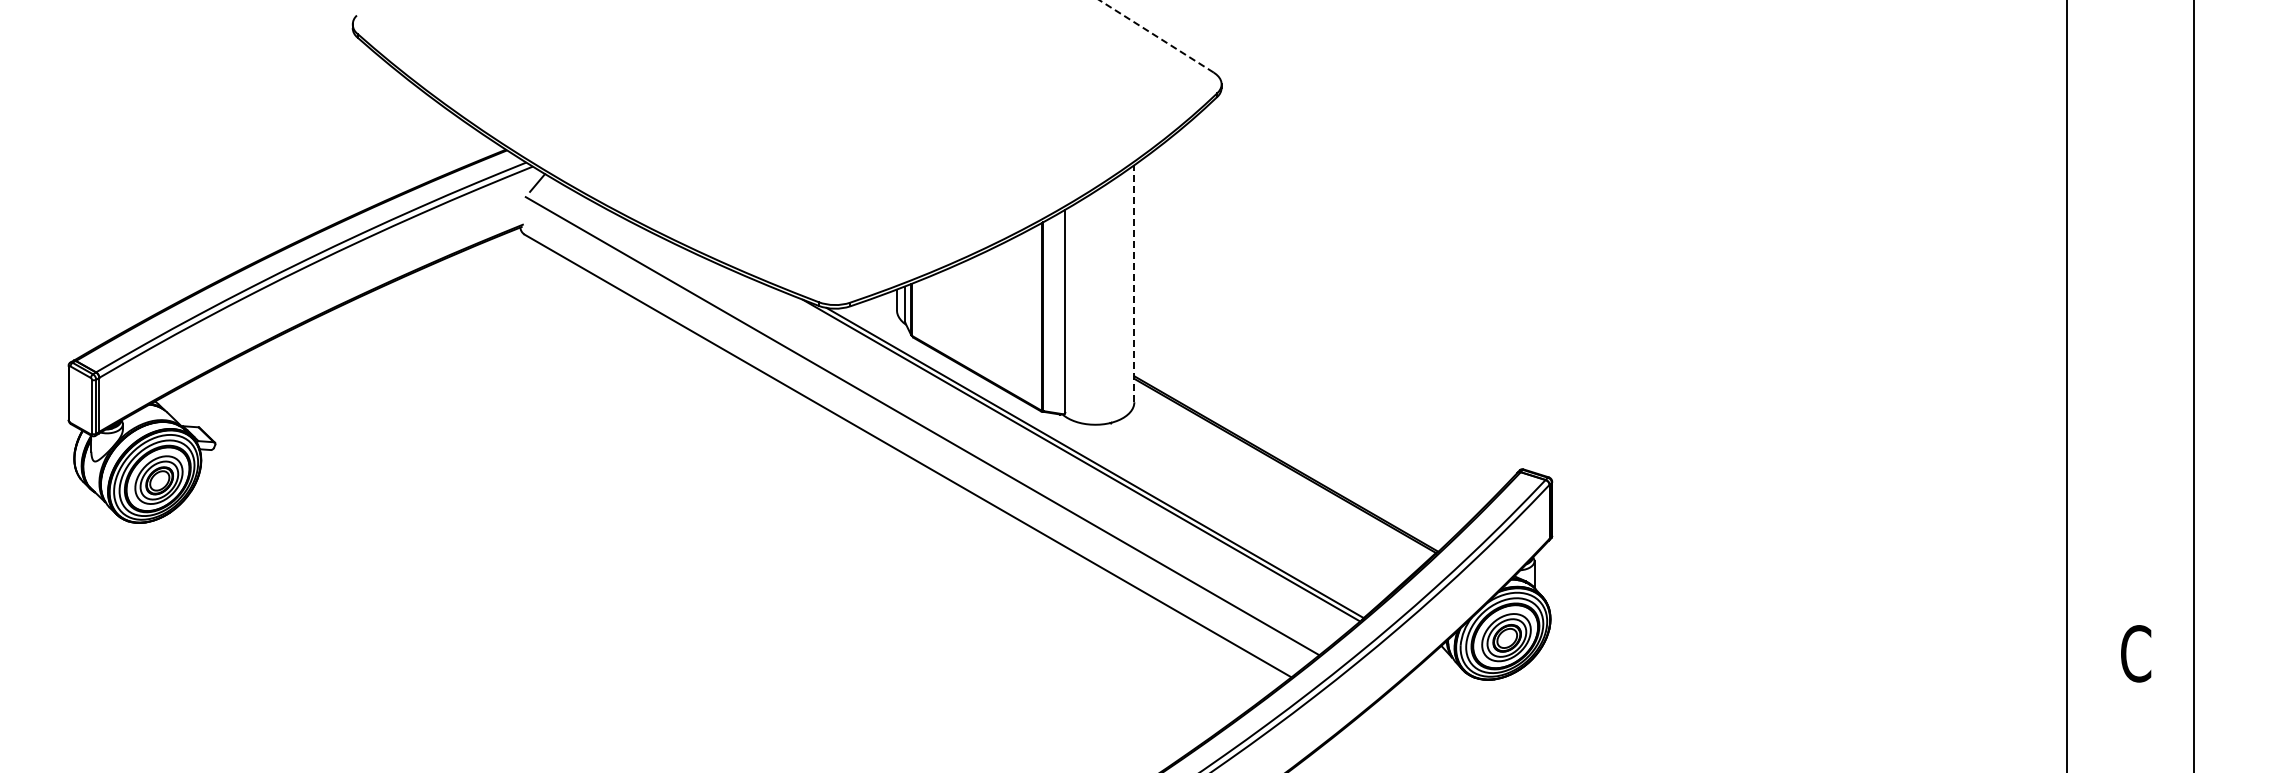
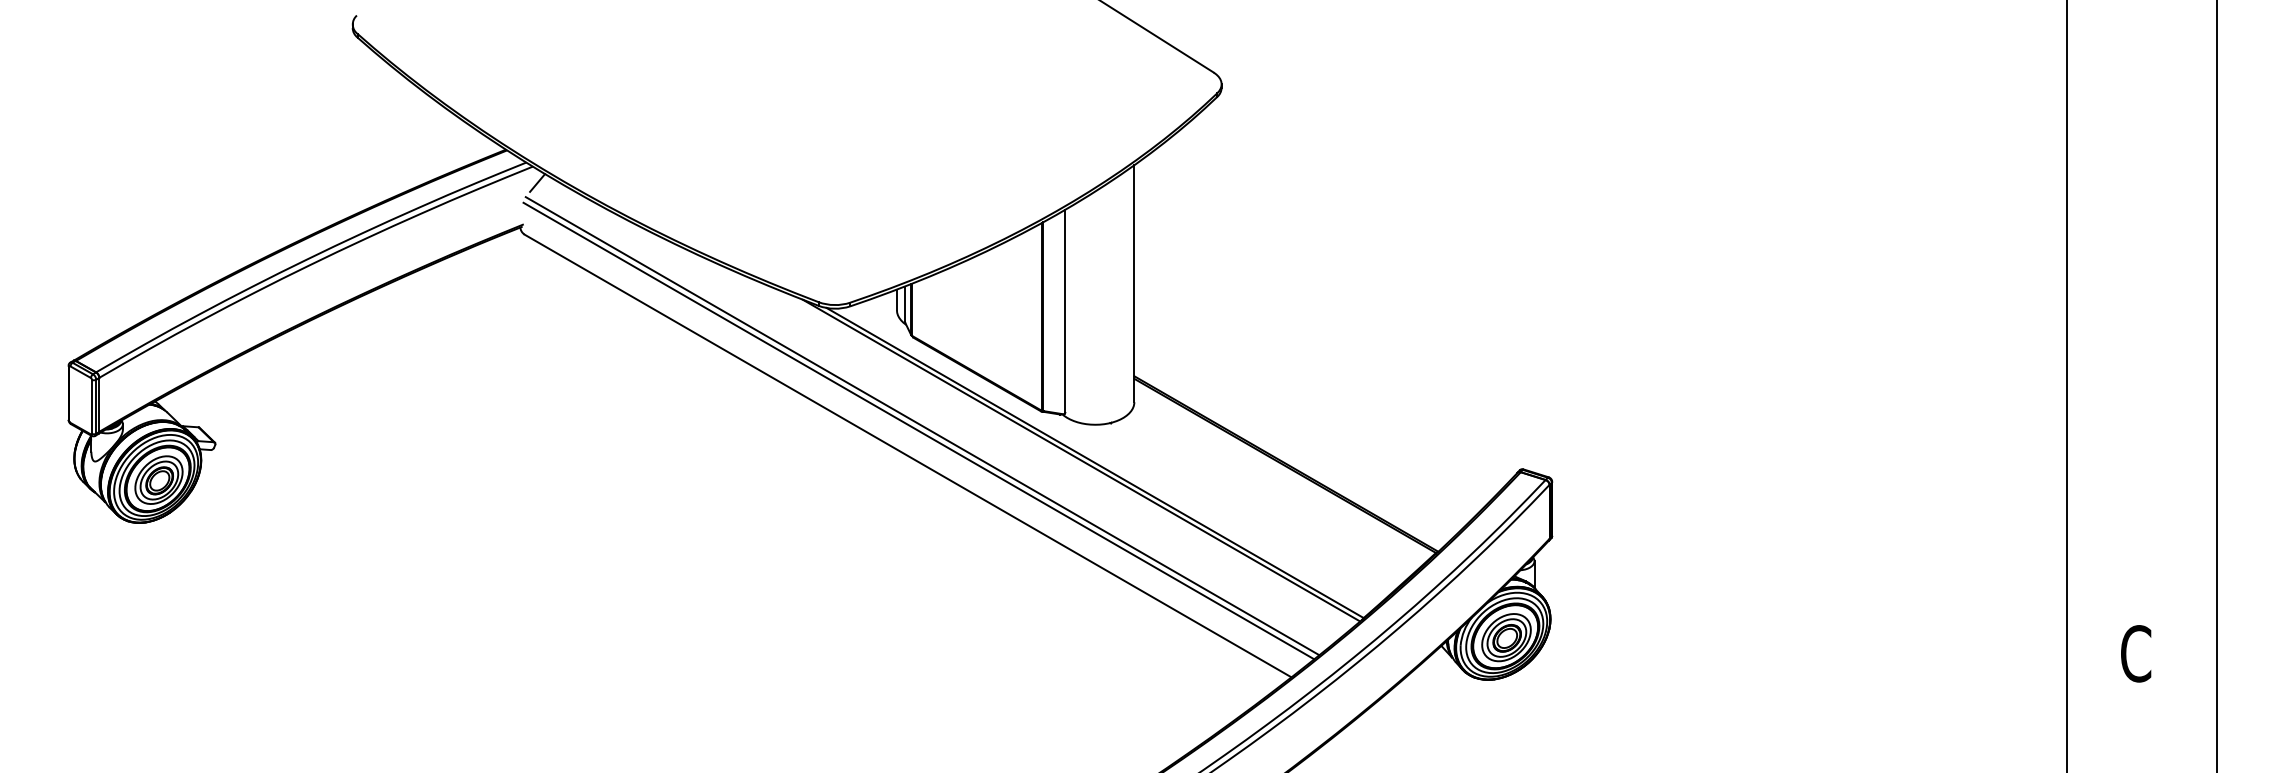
line at (1156, 36): dashed -> solid
line at (1134, 283): dashed -> solid
line at (2194, 385) position: (2194, 385) -> (2217, 385)
line at (918, 430): none -> present
